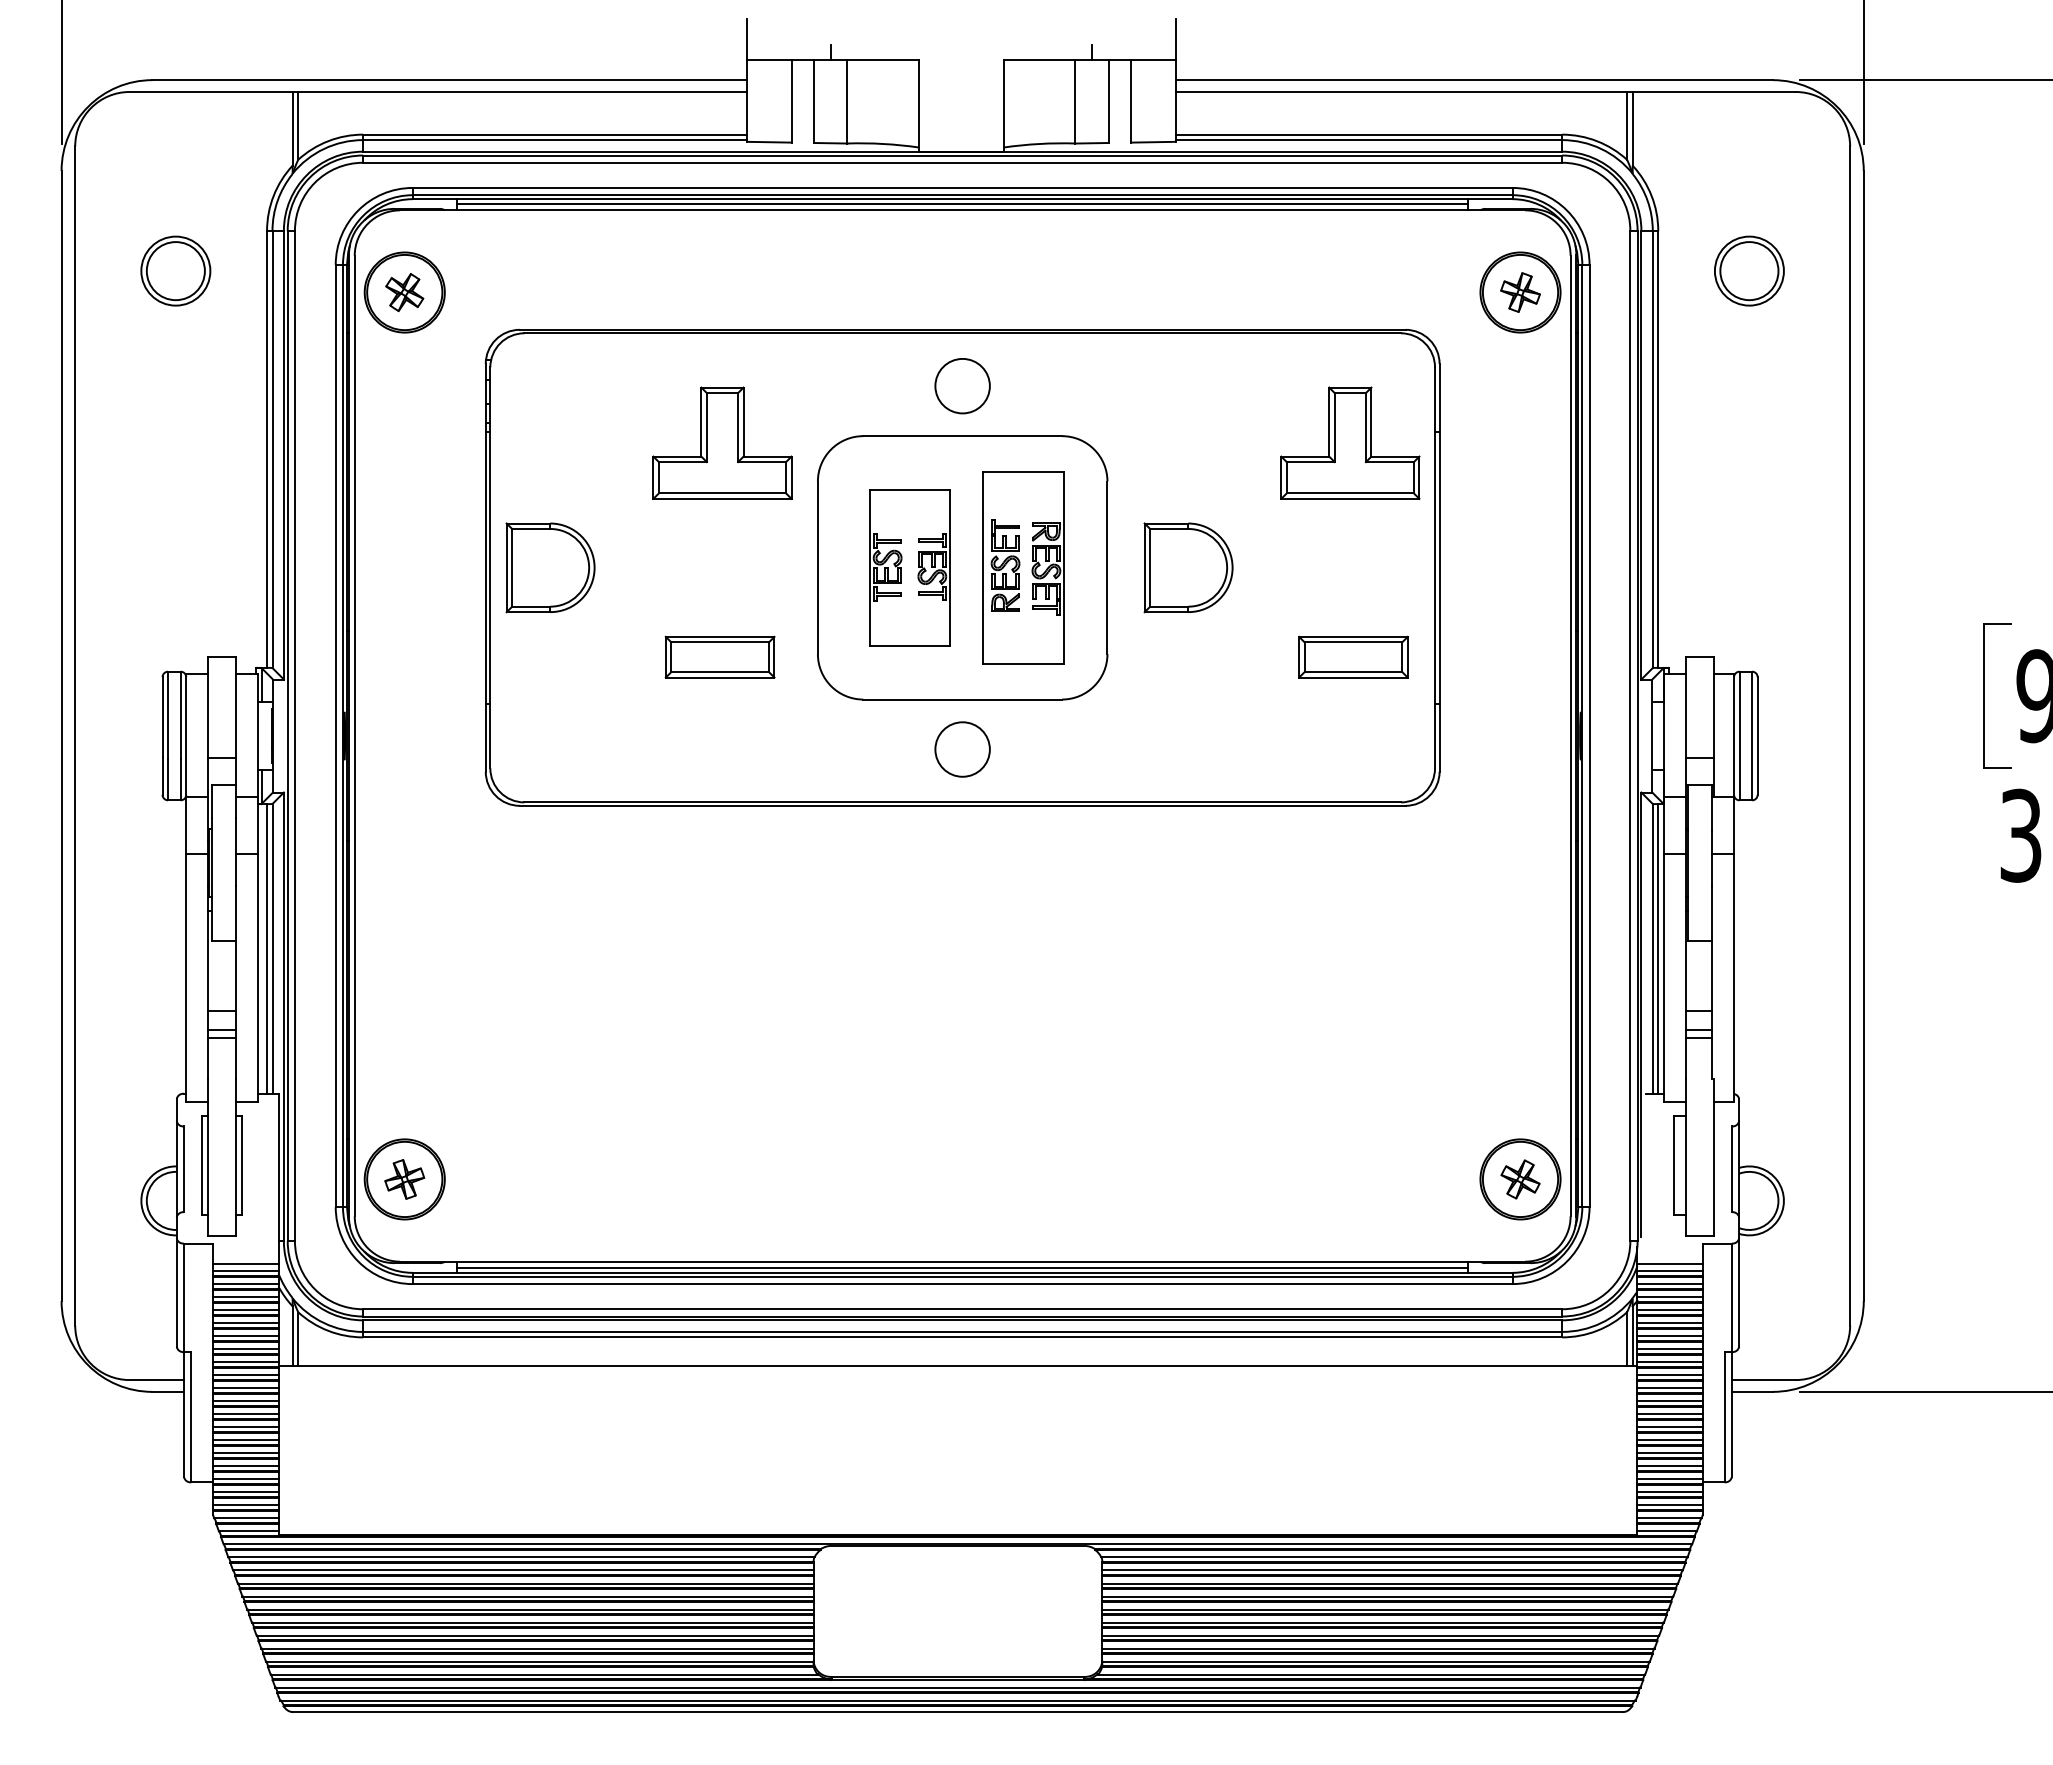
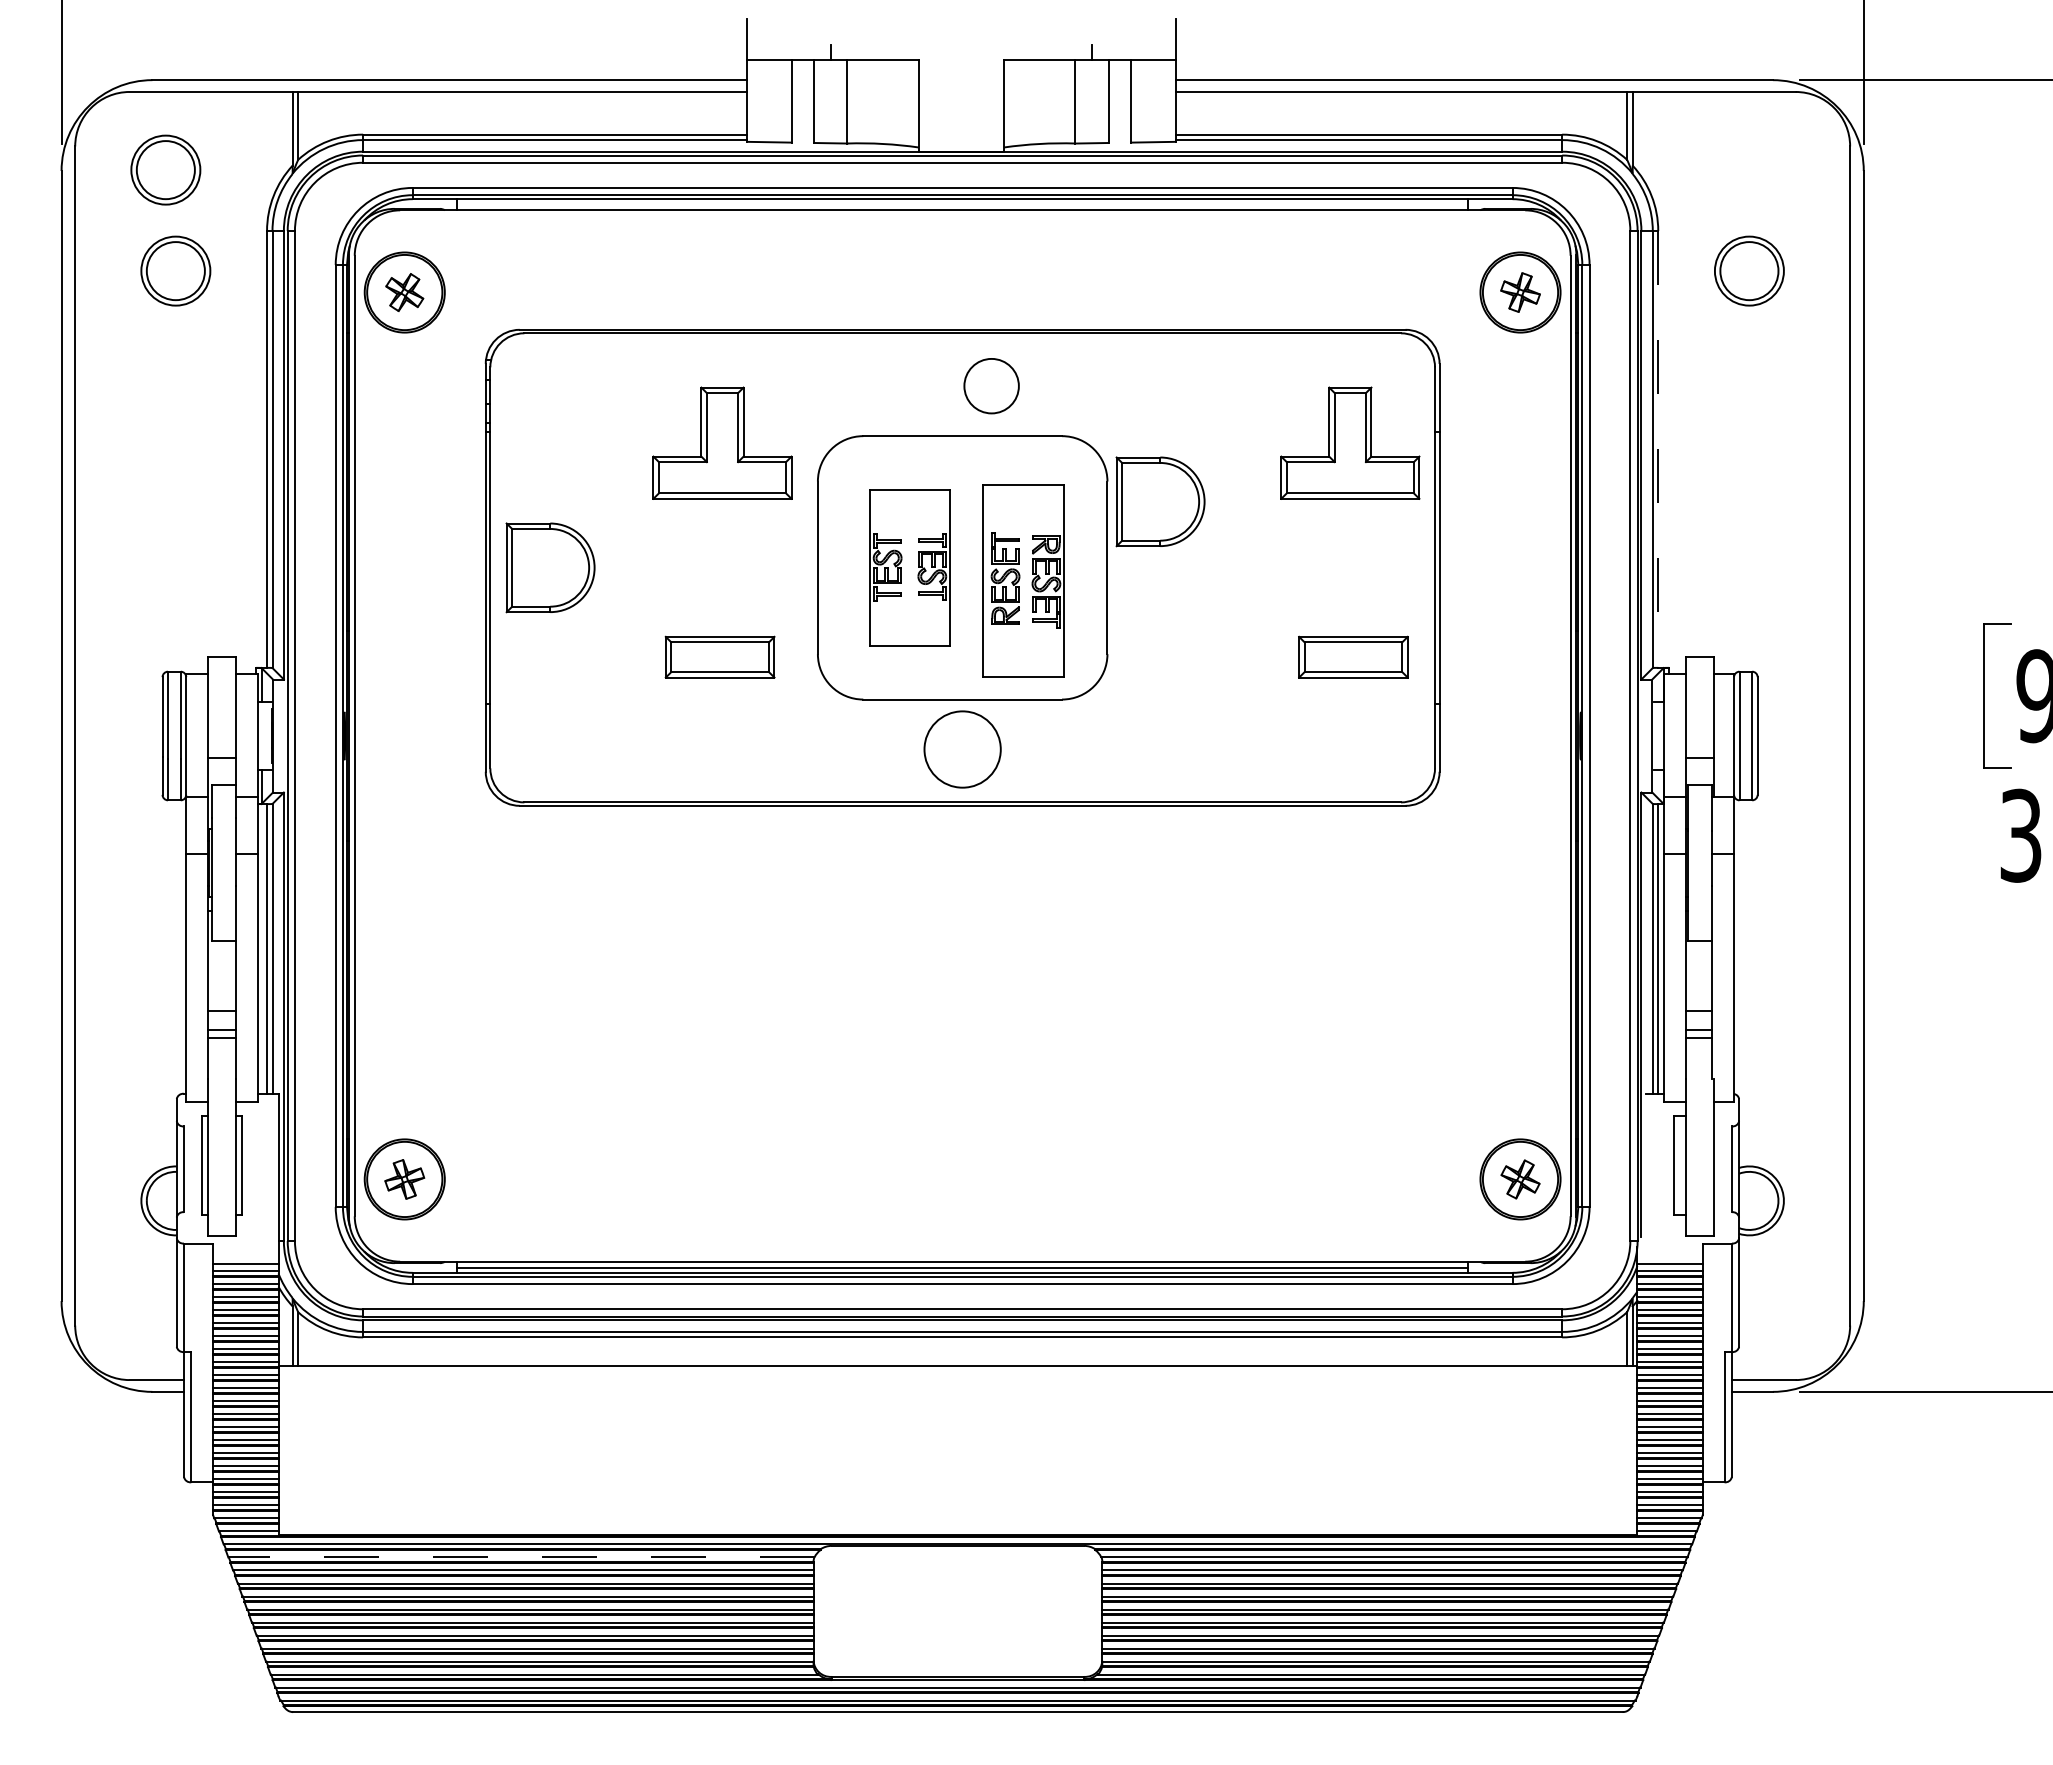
part at (165, 169): none -> present
line at (962, 203): present -> none
circle at (962, 386) position: (962, 386) -> (991, 386)
line at (1658, 449): solid -> dashed
part at (1023, 567) position: (1023, 567) -> (1023, 580)
part at (1188, 567) position: (1188, 567) -> (1160, 501)
circle at (962, 749) diameter: 55 px -> 76 px
line at (520, 1557): solid -> dashed
